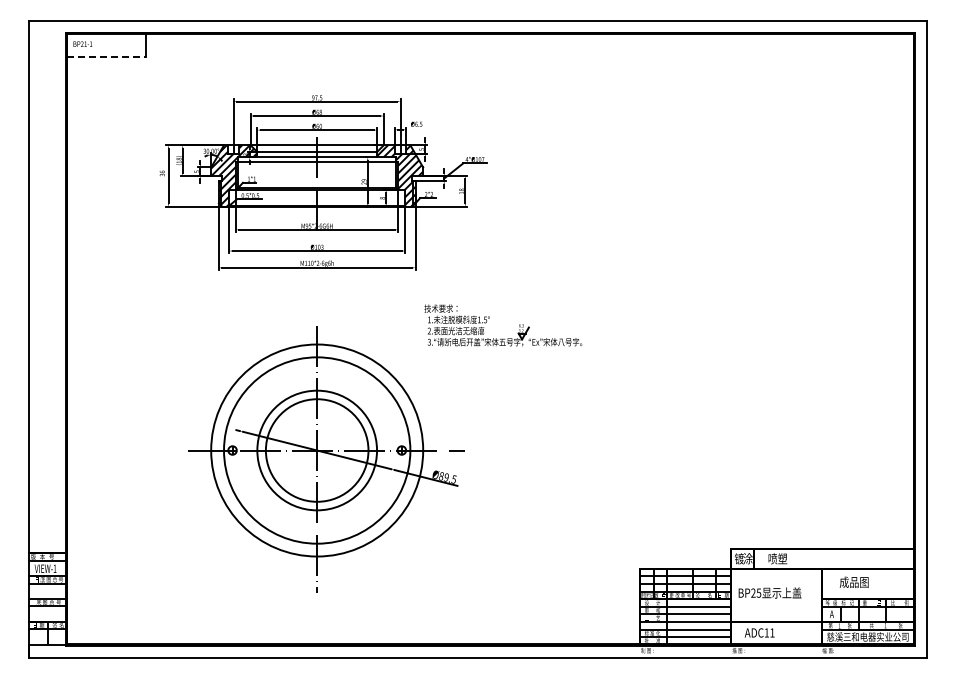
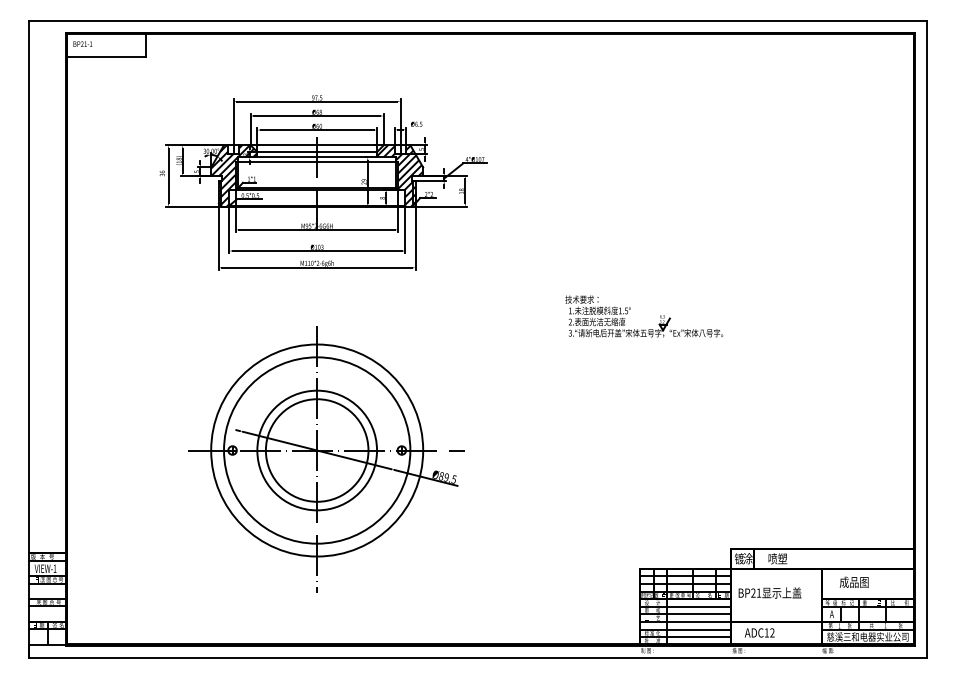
line at (106, 56): dashed -> solid
part at (503, 338) position: (503, 338) -> (644, 329)
text at (758, 592): BP25 -> BP21
text at (772, 632): ADC11 -> ADC12
